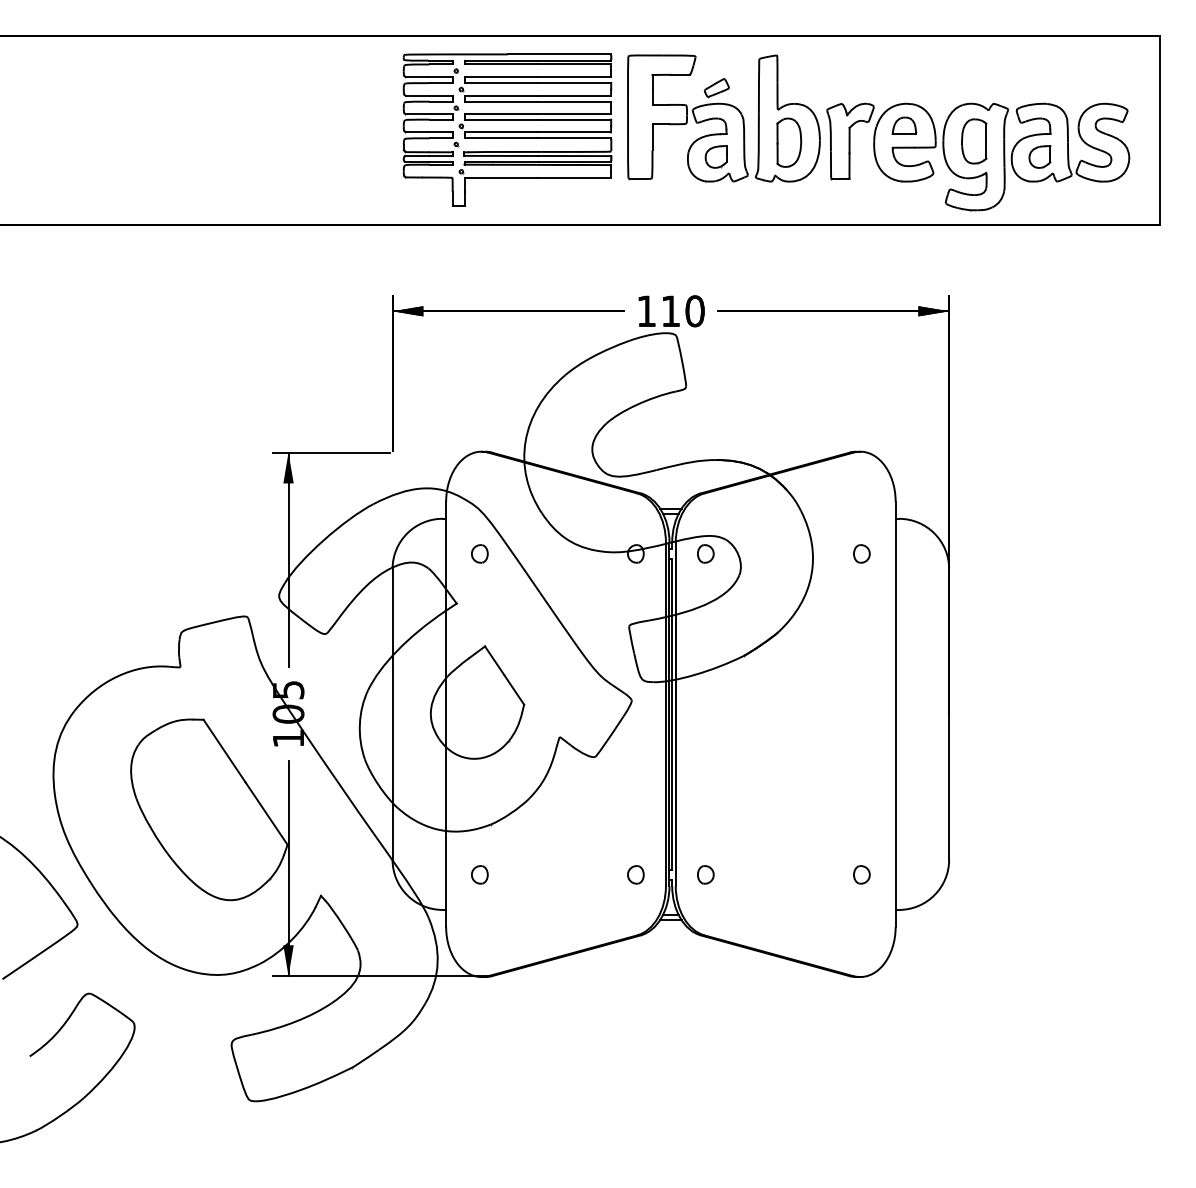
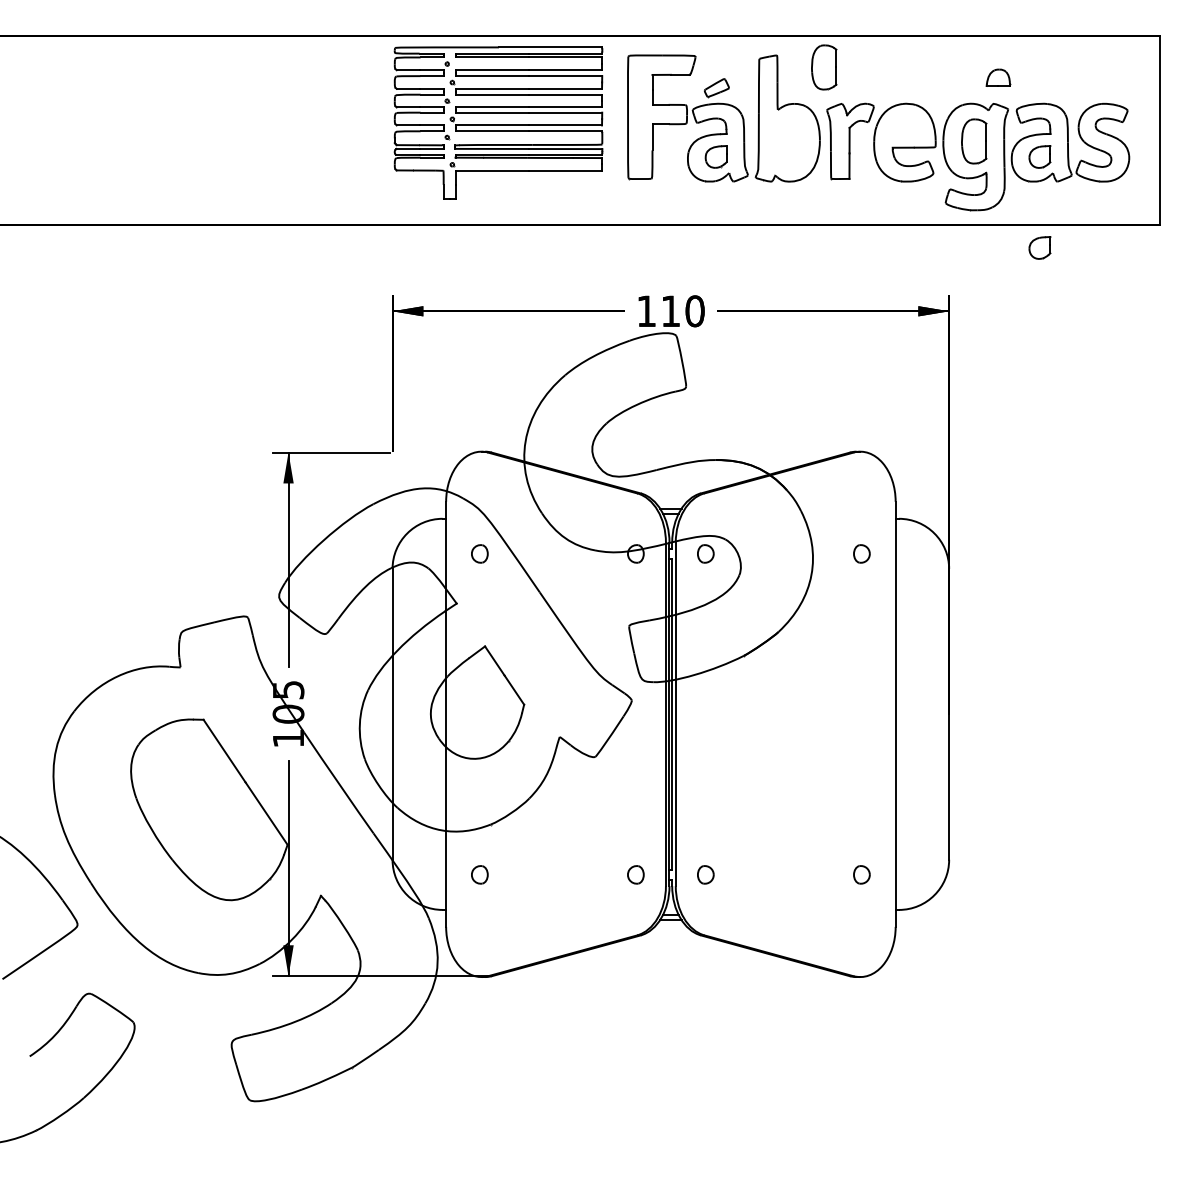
part at (824, 67): none -> present
part at (904, 125) position: (904, 125) -> (998, 77)
part at (507, 129) position: (507, 129) -> (498, 122)
part at (789, 142): present -> none
part at (1039, 247): none -> present
